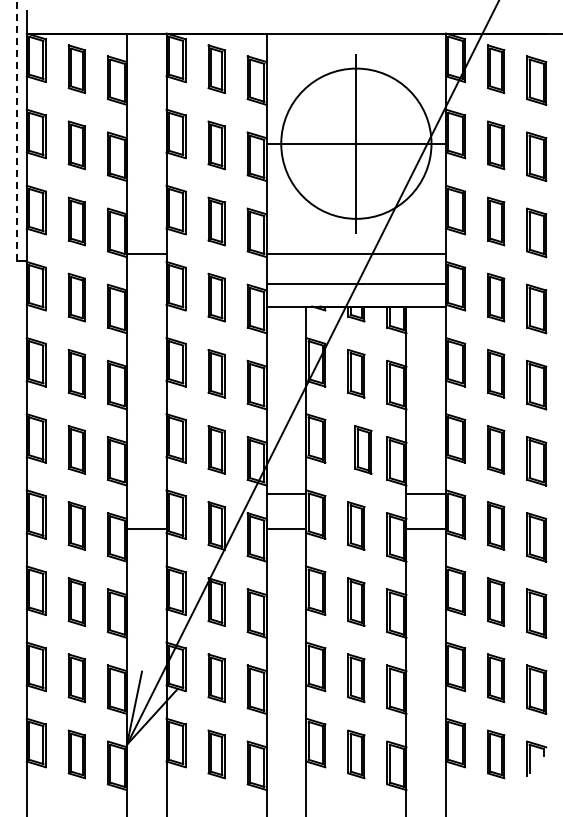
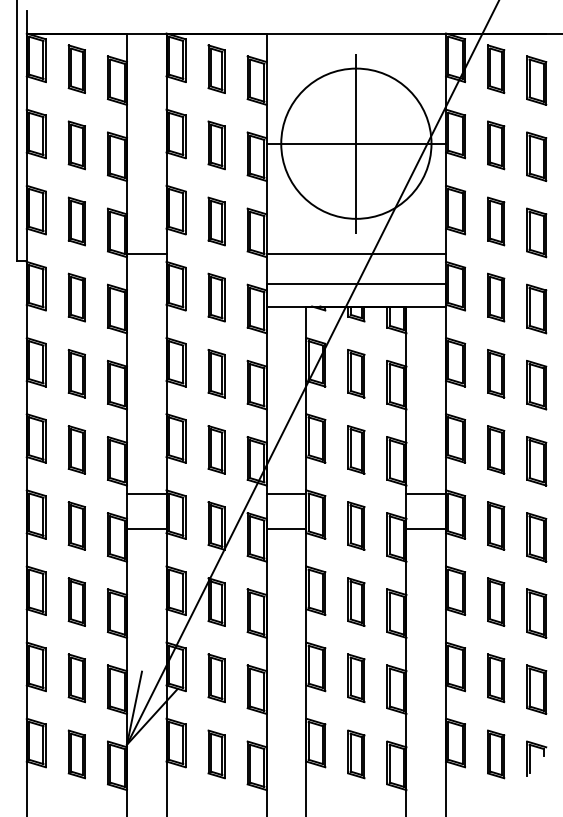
line at (16, 130): dashed -> solid
part at (363, 449) position: (363, 449) -> (356, 449)
line at (146, 494): none -> present
